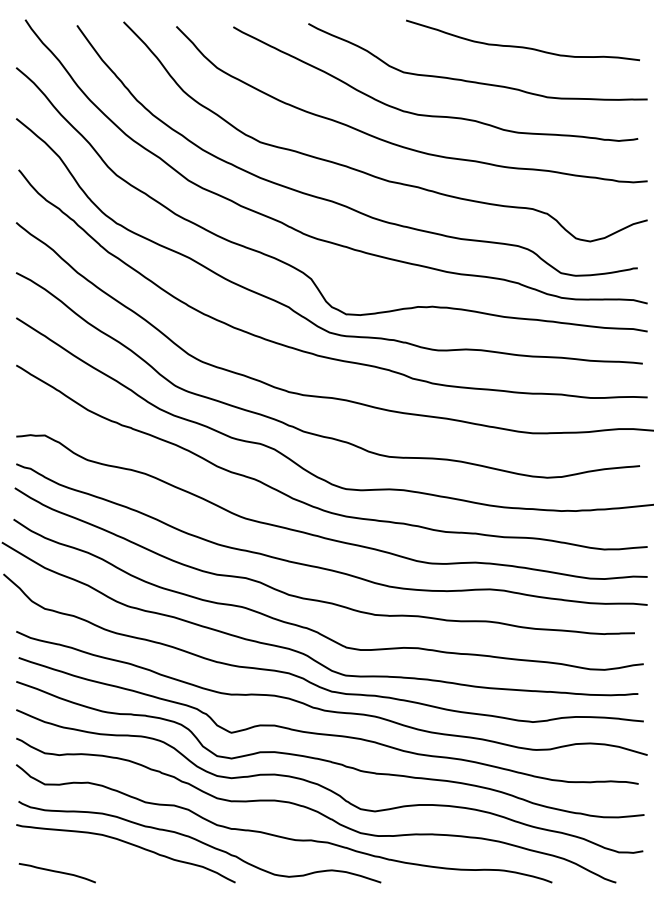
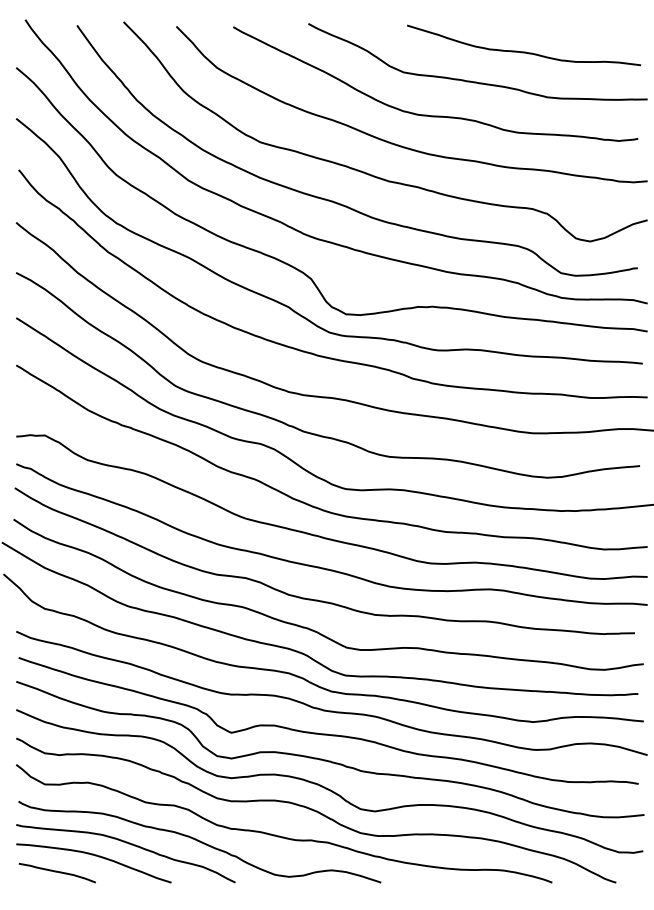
curve at (522, 46) position: (522, 46) -> (523, 51)
curve at (95, 856): none -> present
